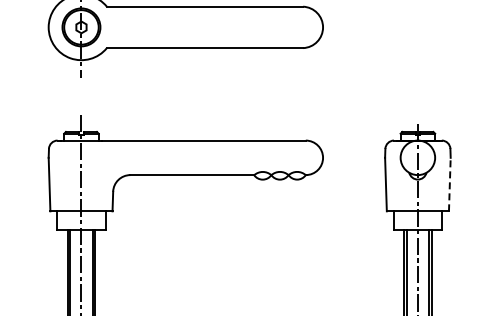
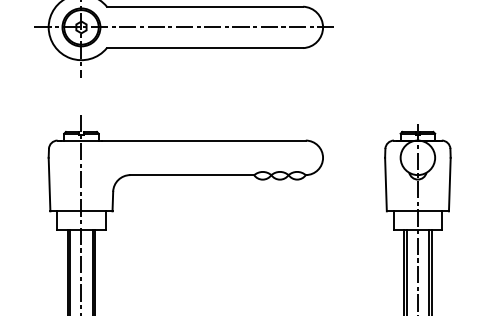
line at (184, 27): none -> present
line at (449, 184): dashed -> solid
